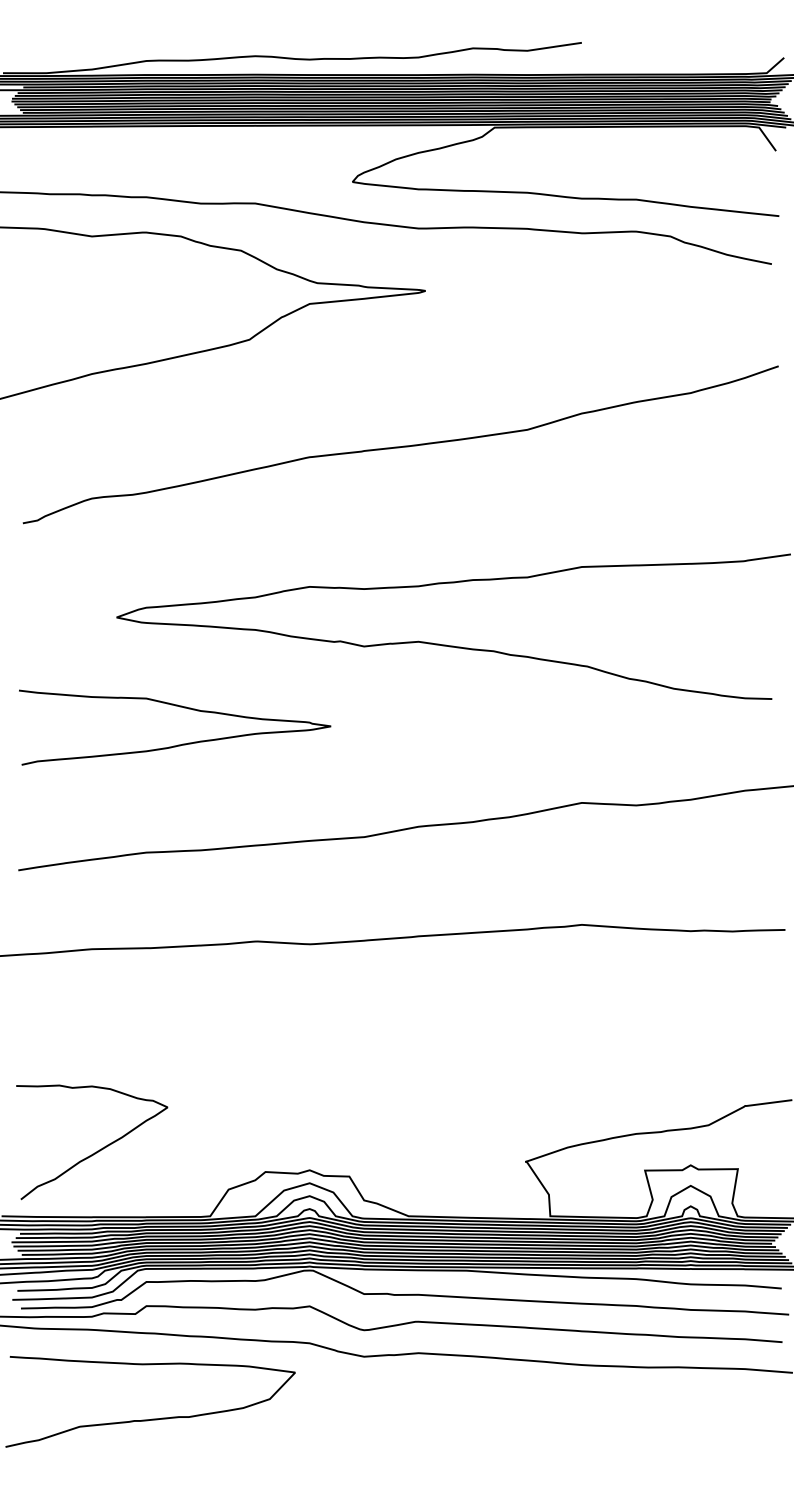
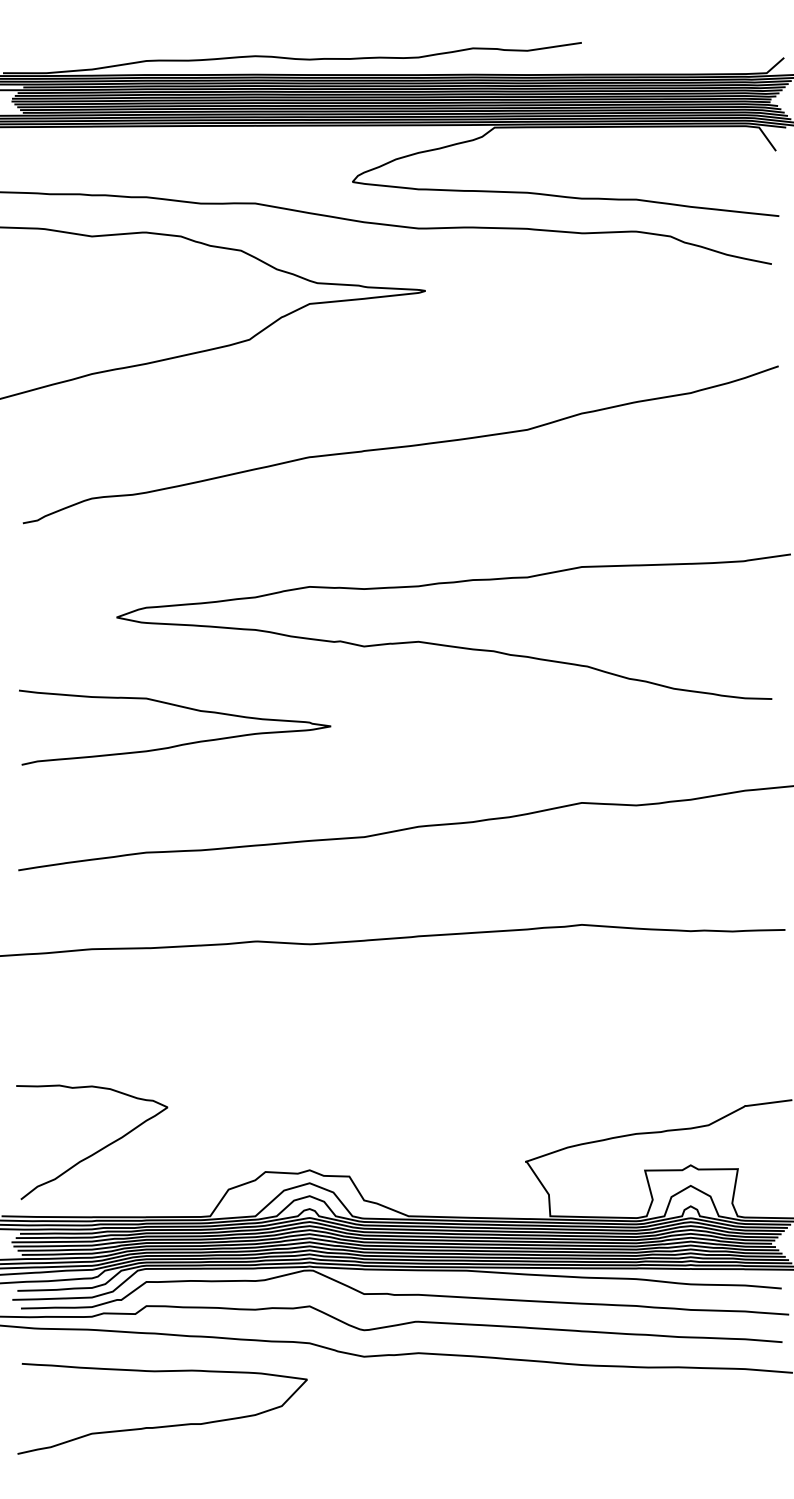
curve at (152, 1418) position: (152, 1418) -> (164, 1425)
